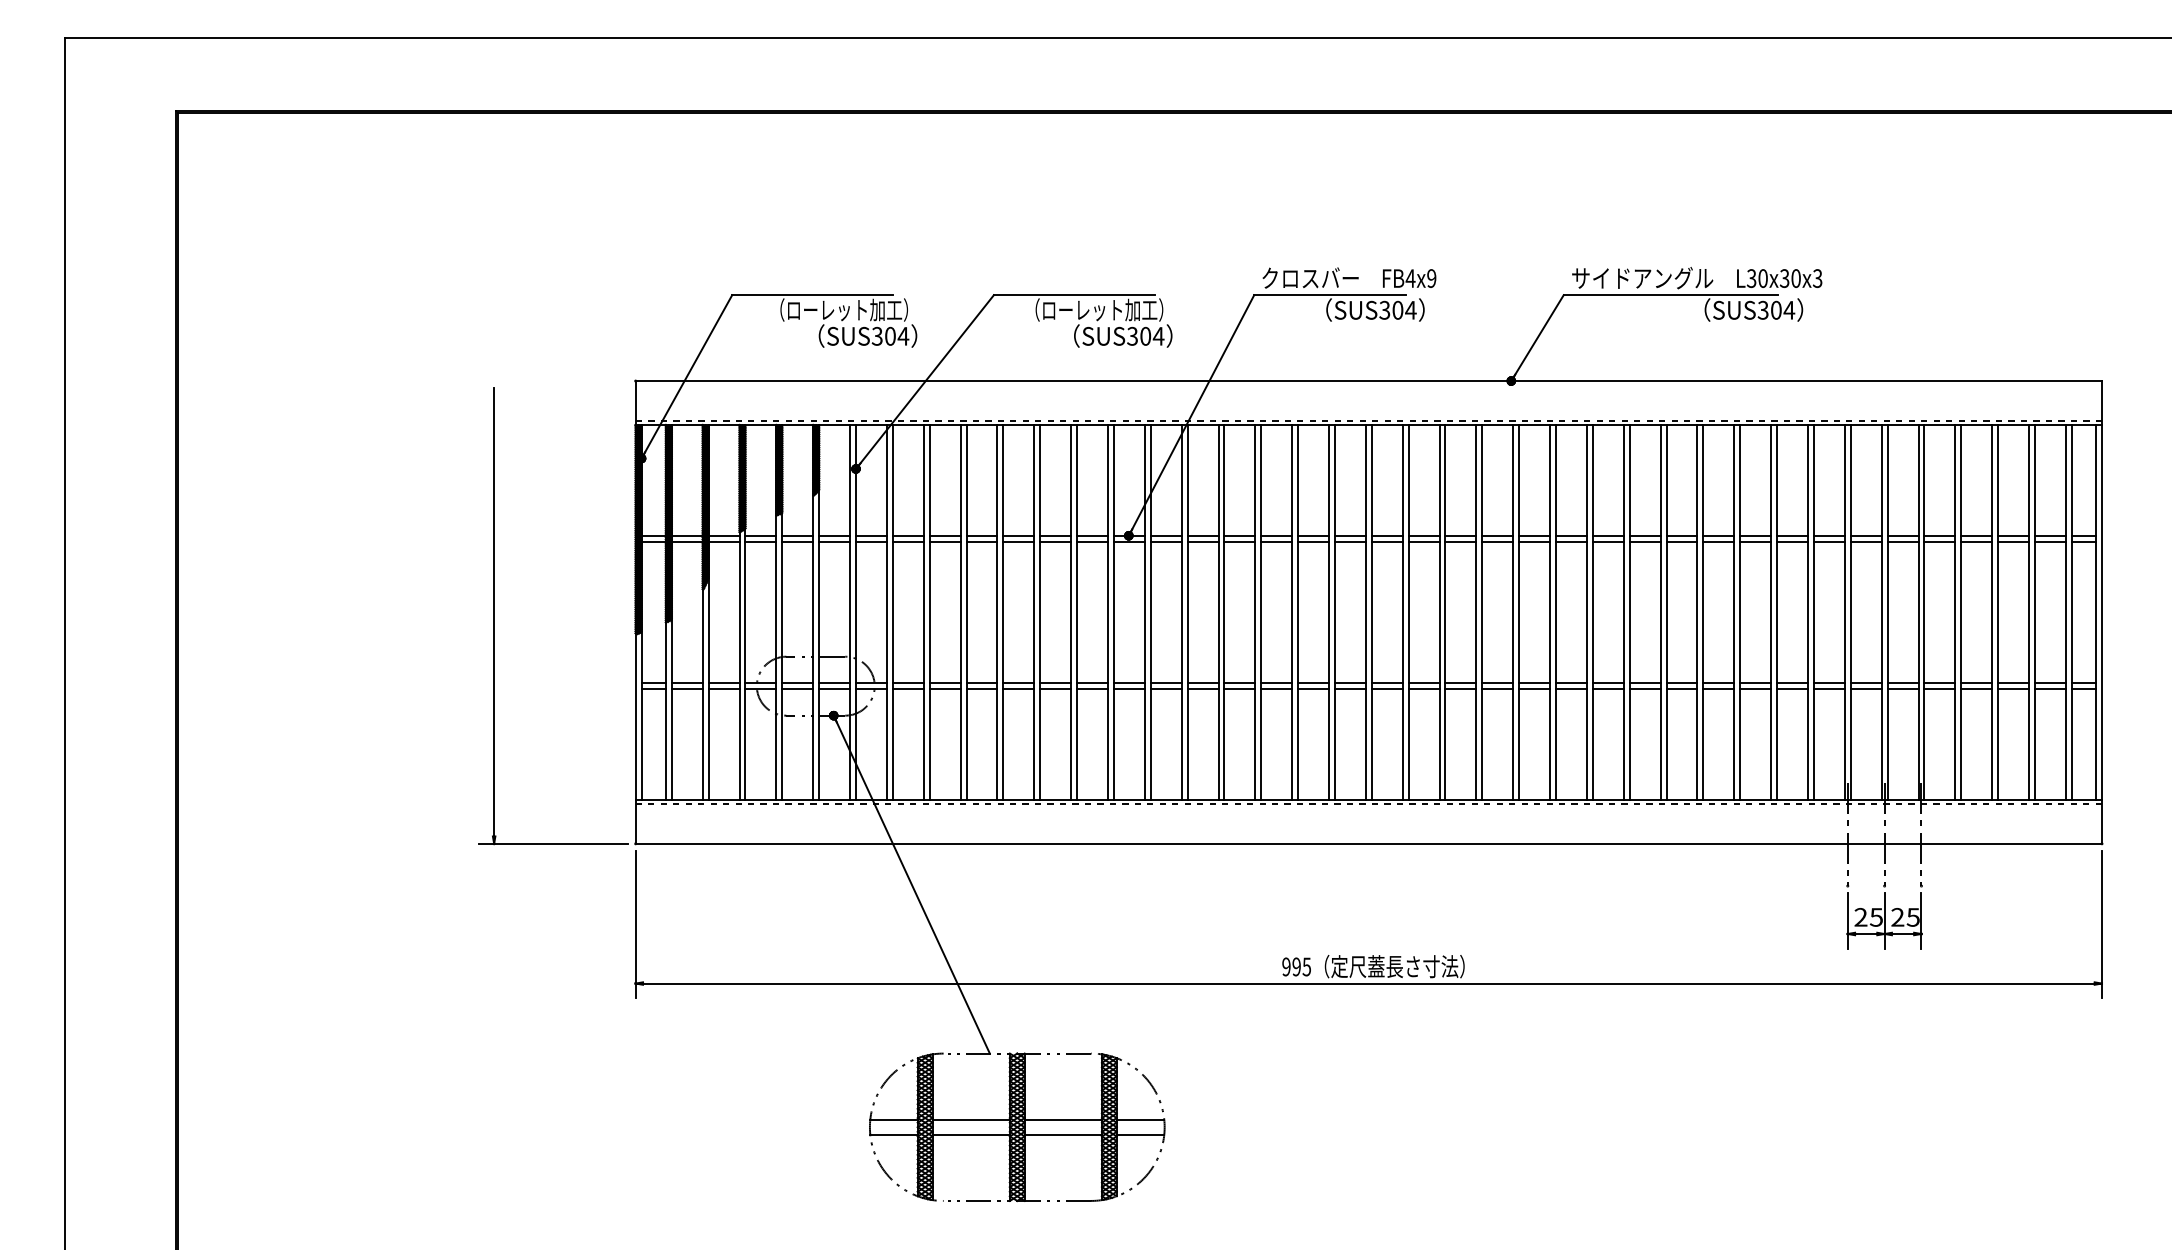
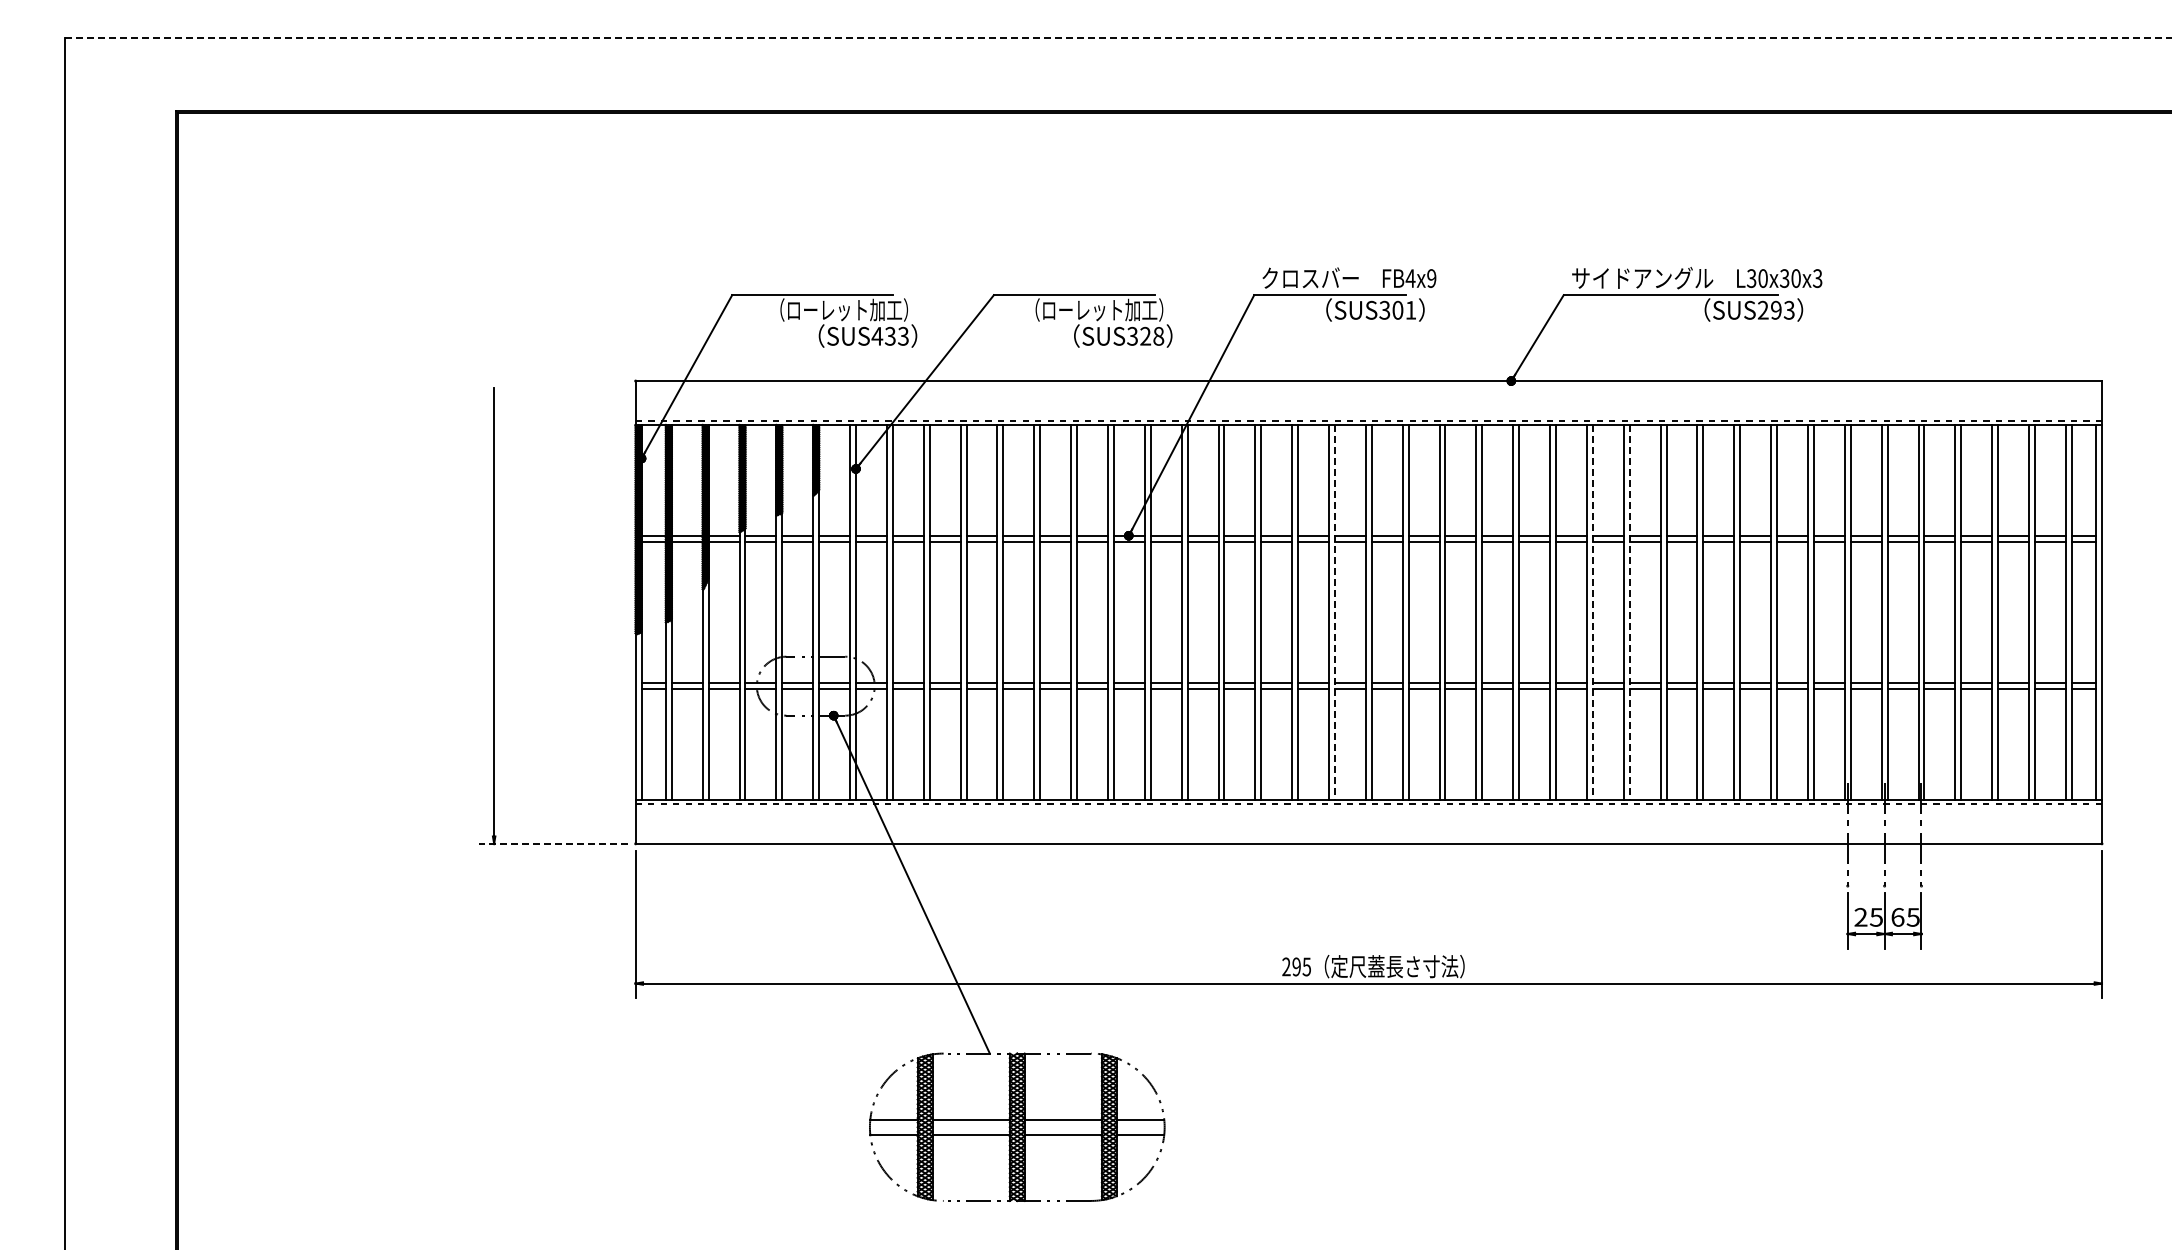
line at (1119, 37): solid -> dashed
text at (1776, 309): SUS304 -> SUS293
text at (1410, 310): SUS304 -> SUS301
text at (890, 335): SUS304 -> SUS433
text at (1152, 336): SUS304 -> SUS328
line at (1334, 612): solid -> dashed
line at (1592, 612): solid -> dashed
line at (1629, 612): solid -> dashed
line at (553, 843): solid -> dashed
text at (1897, 917): 25 -> 65
text at (1286, 967): 995 -> 295
